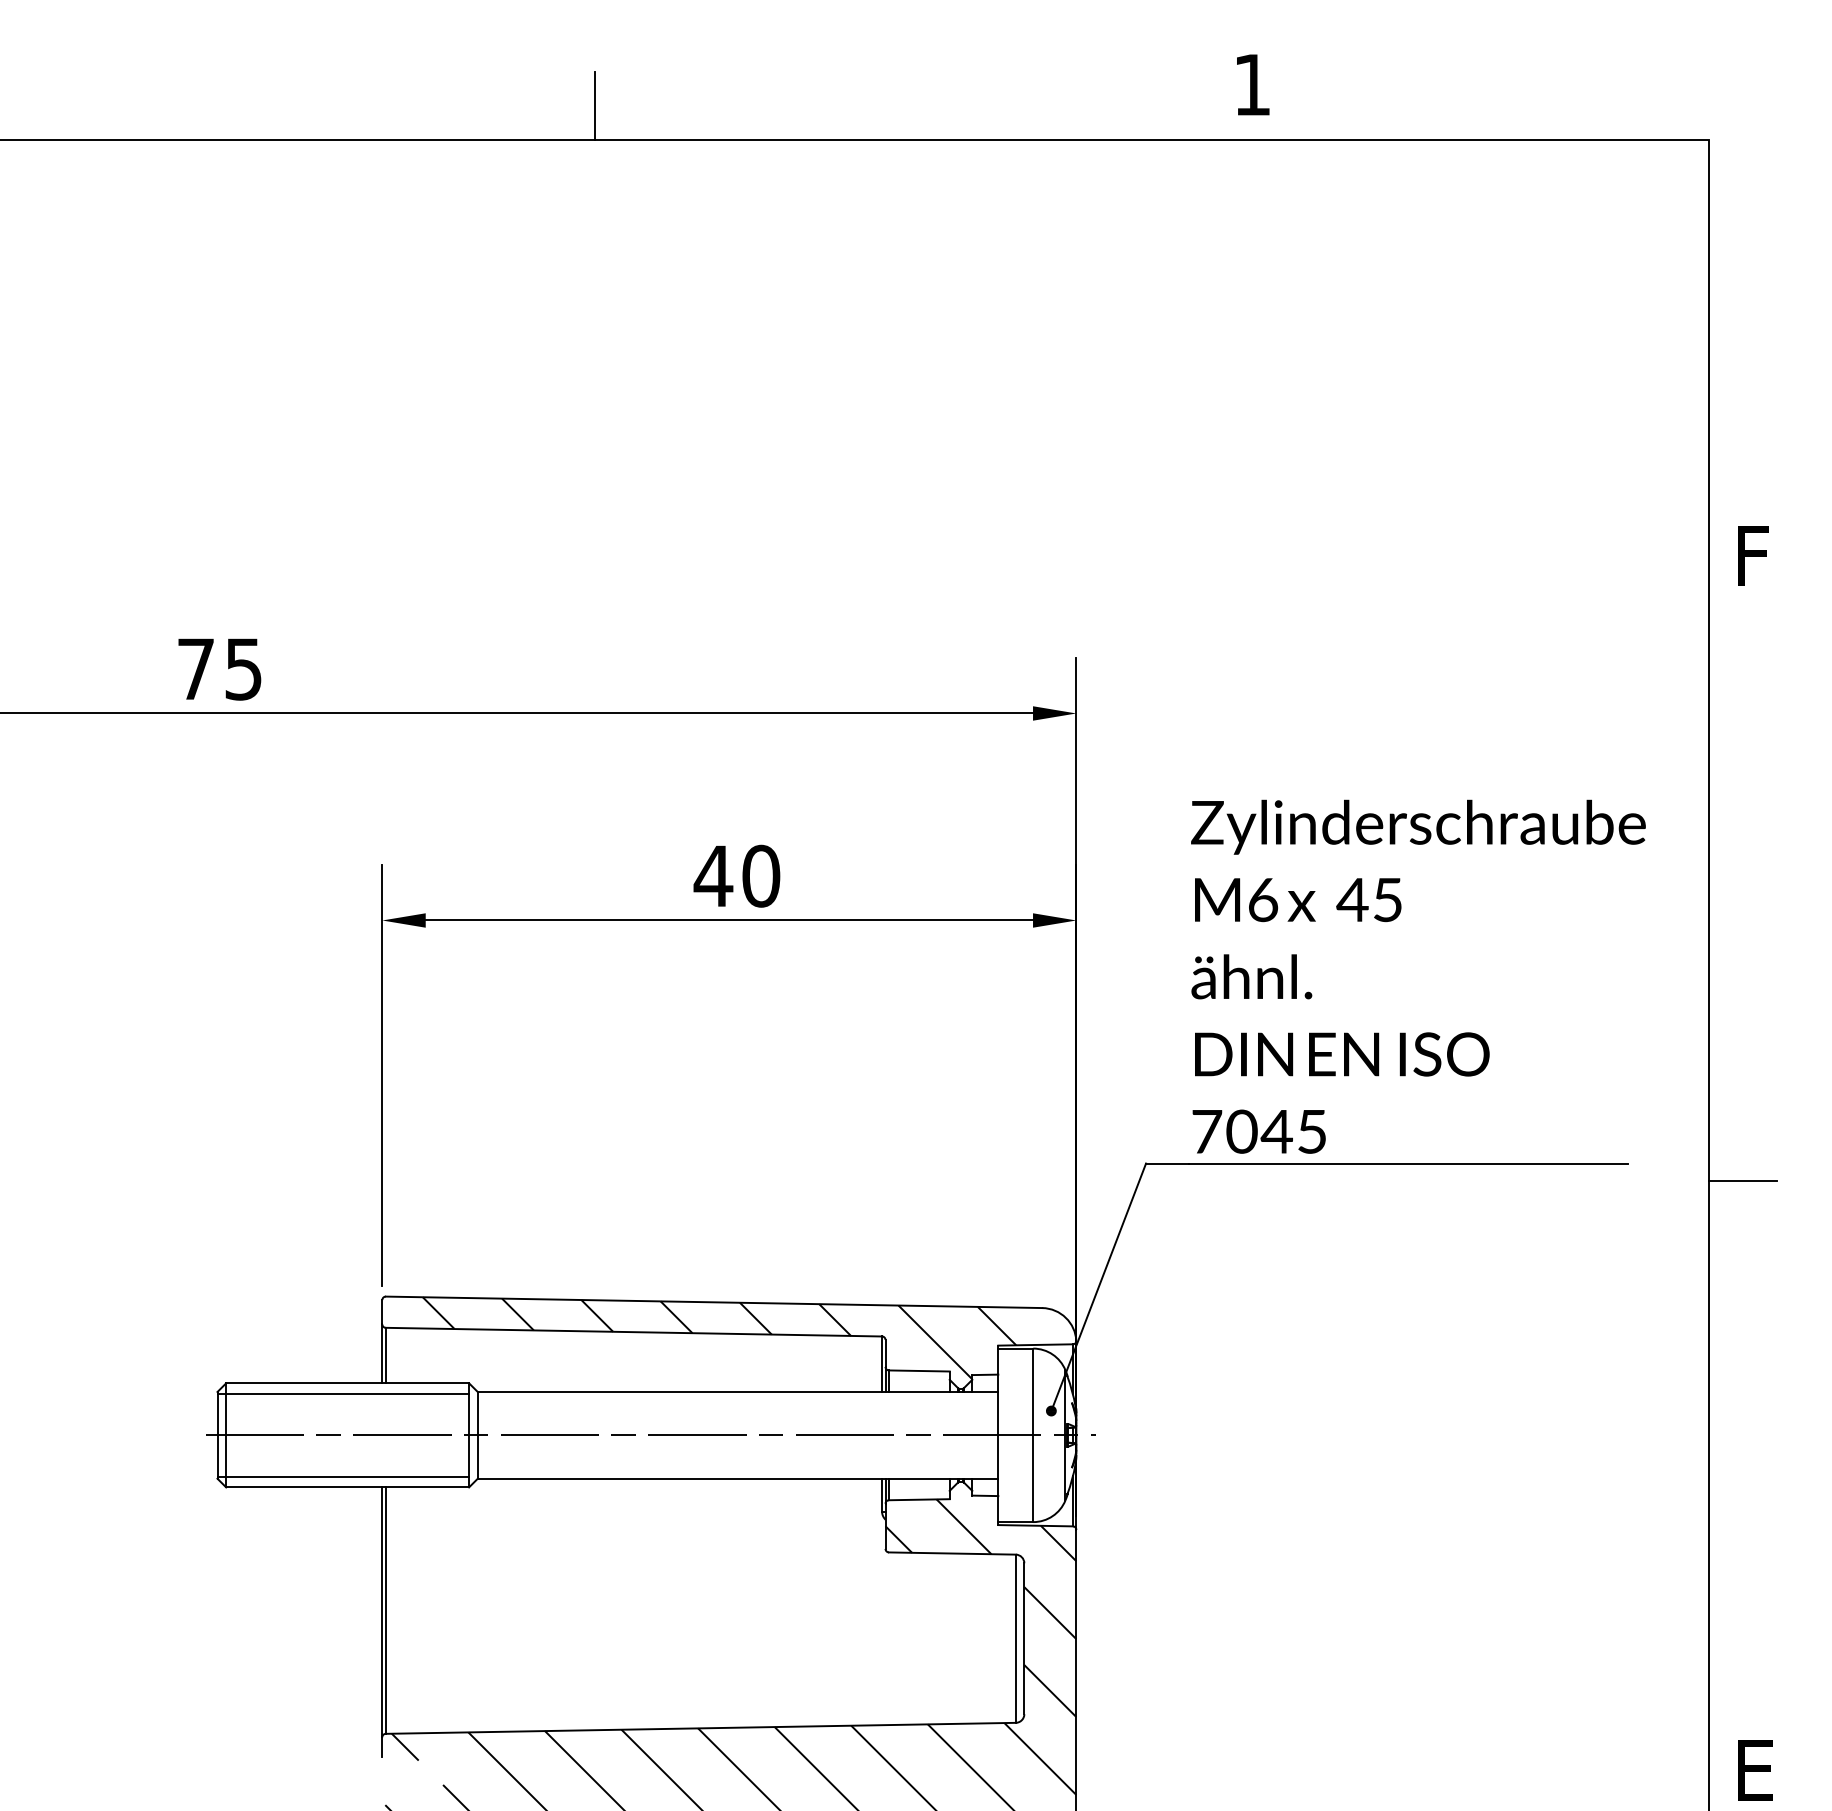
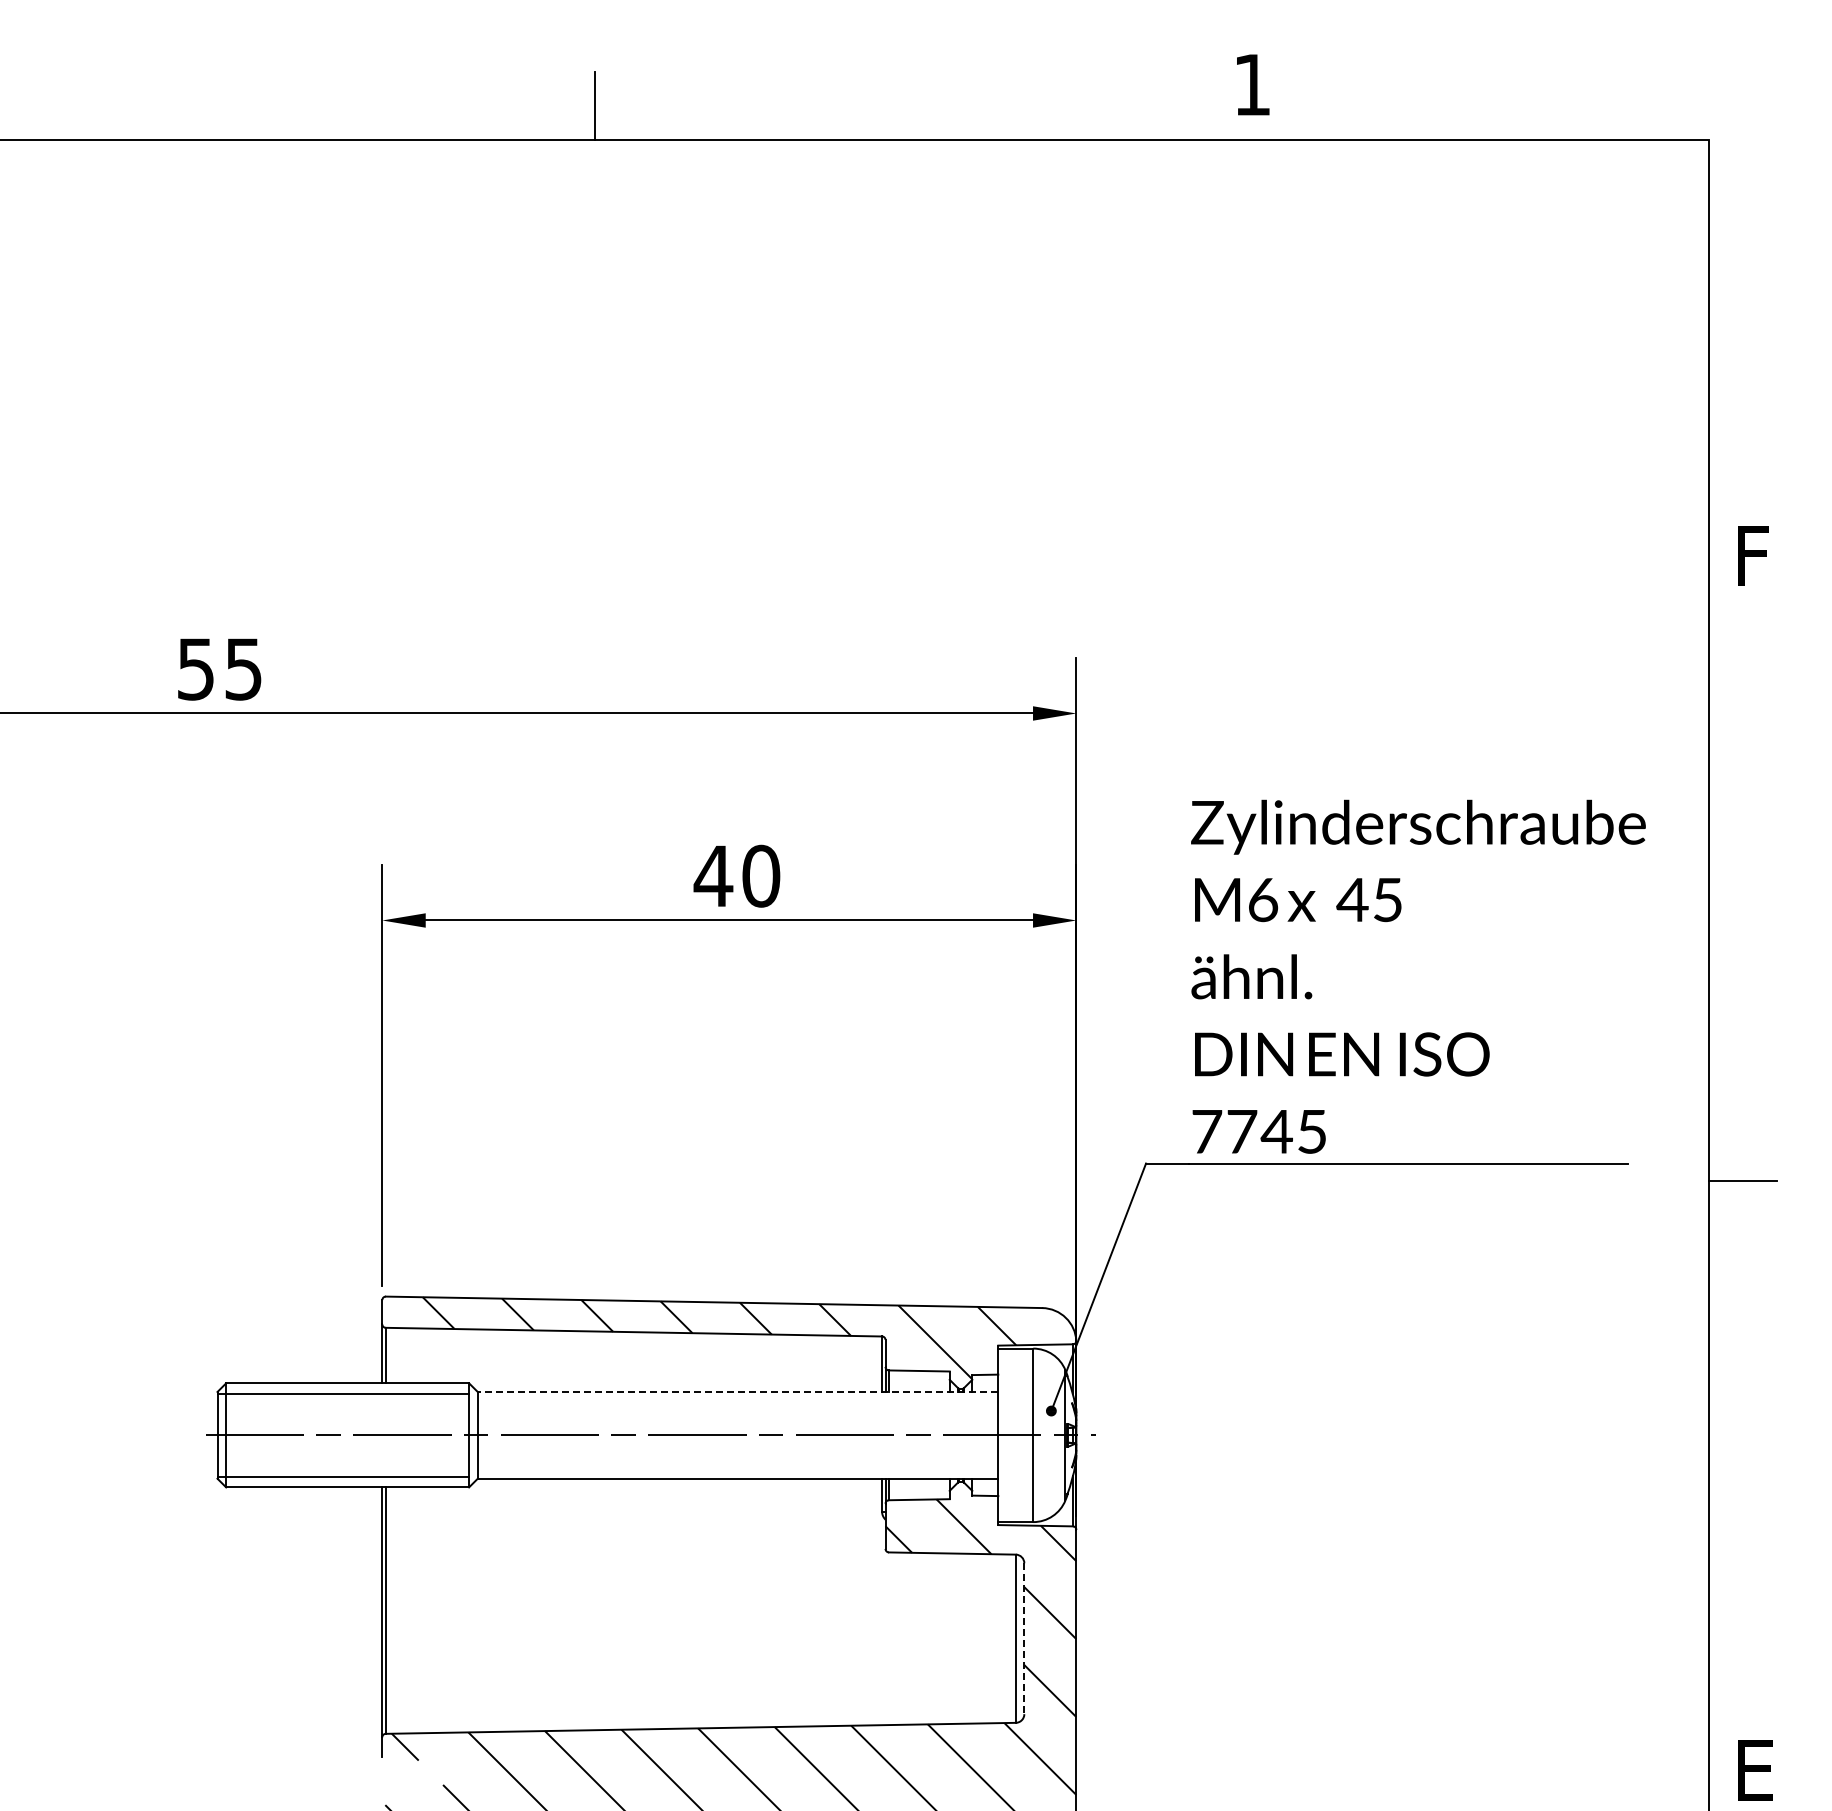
text at (195, 669): 75 -> 55
text at (1241, 1131): 7045 -> 7745
line at (737, 1391): solid -> dashed
line at (1024, 1639): solid -> dashed
